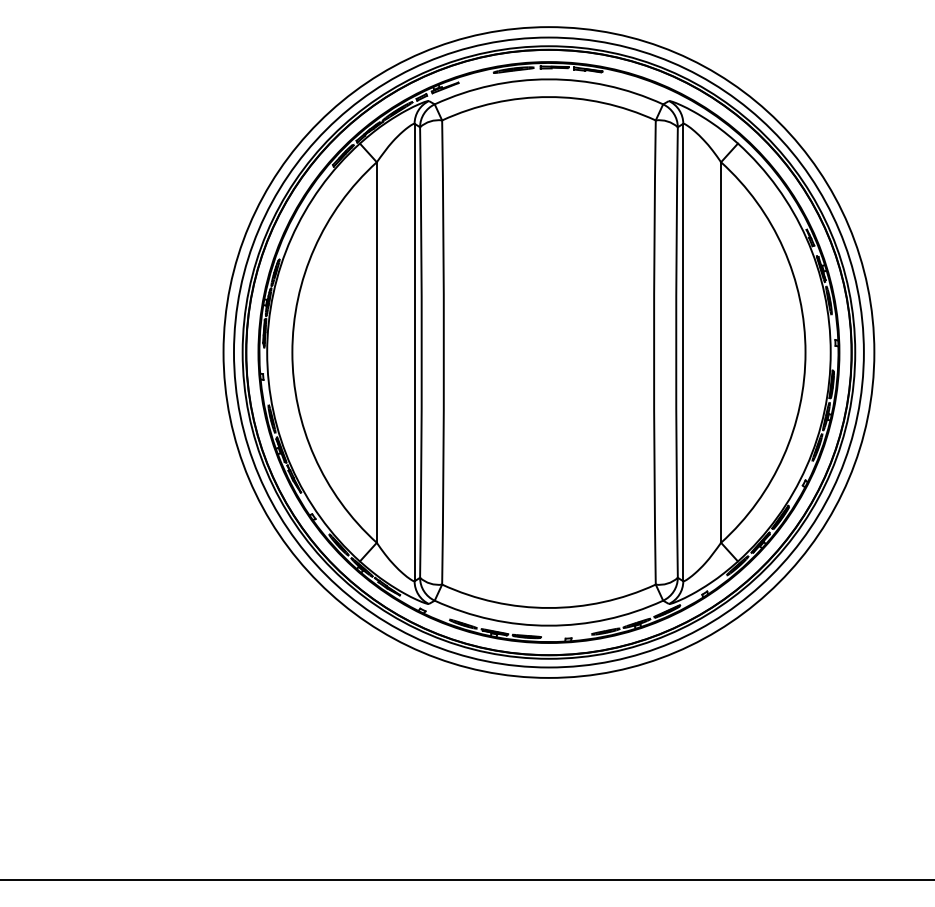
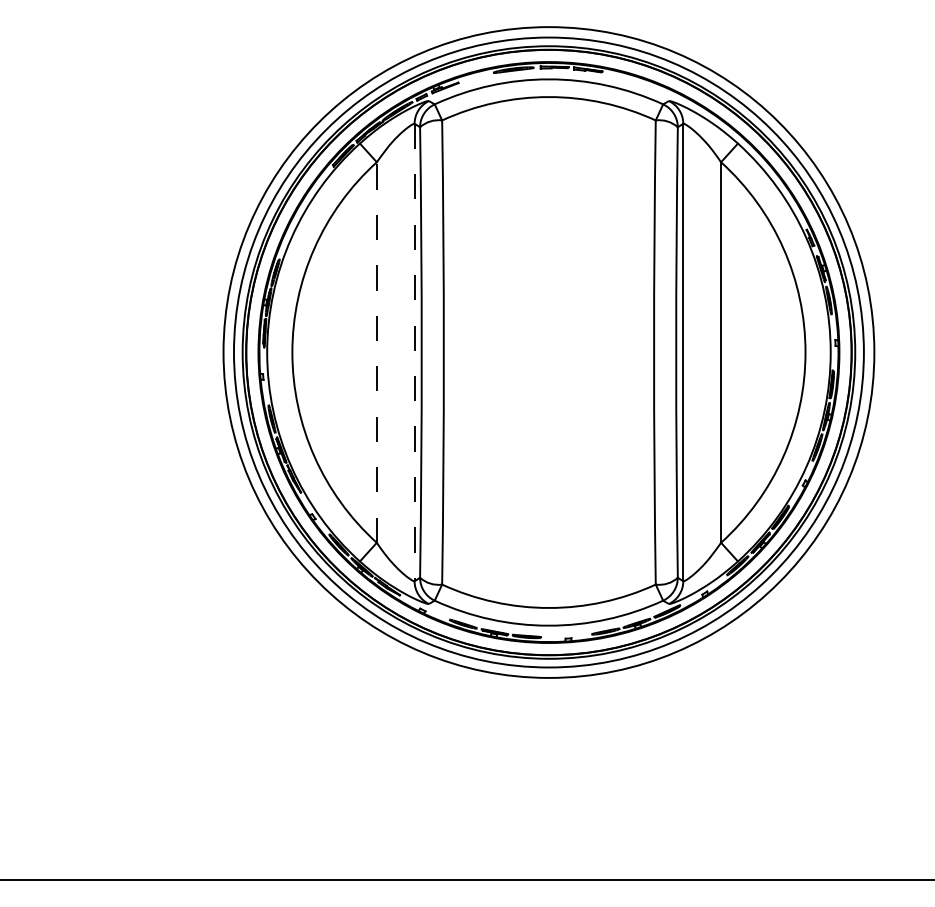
line at (376, 352): solid -> dashed
line at (414, 352): solid -> dashed
